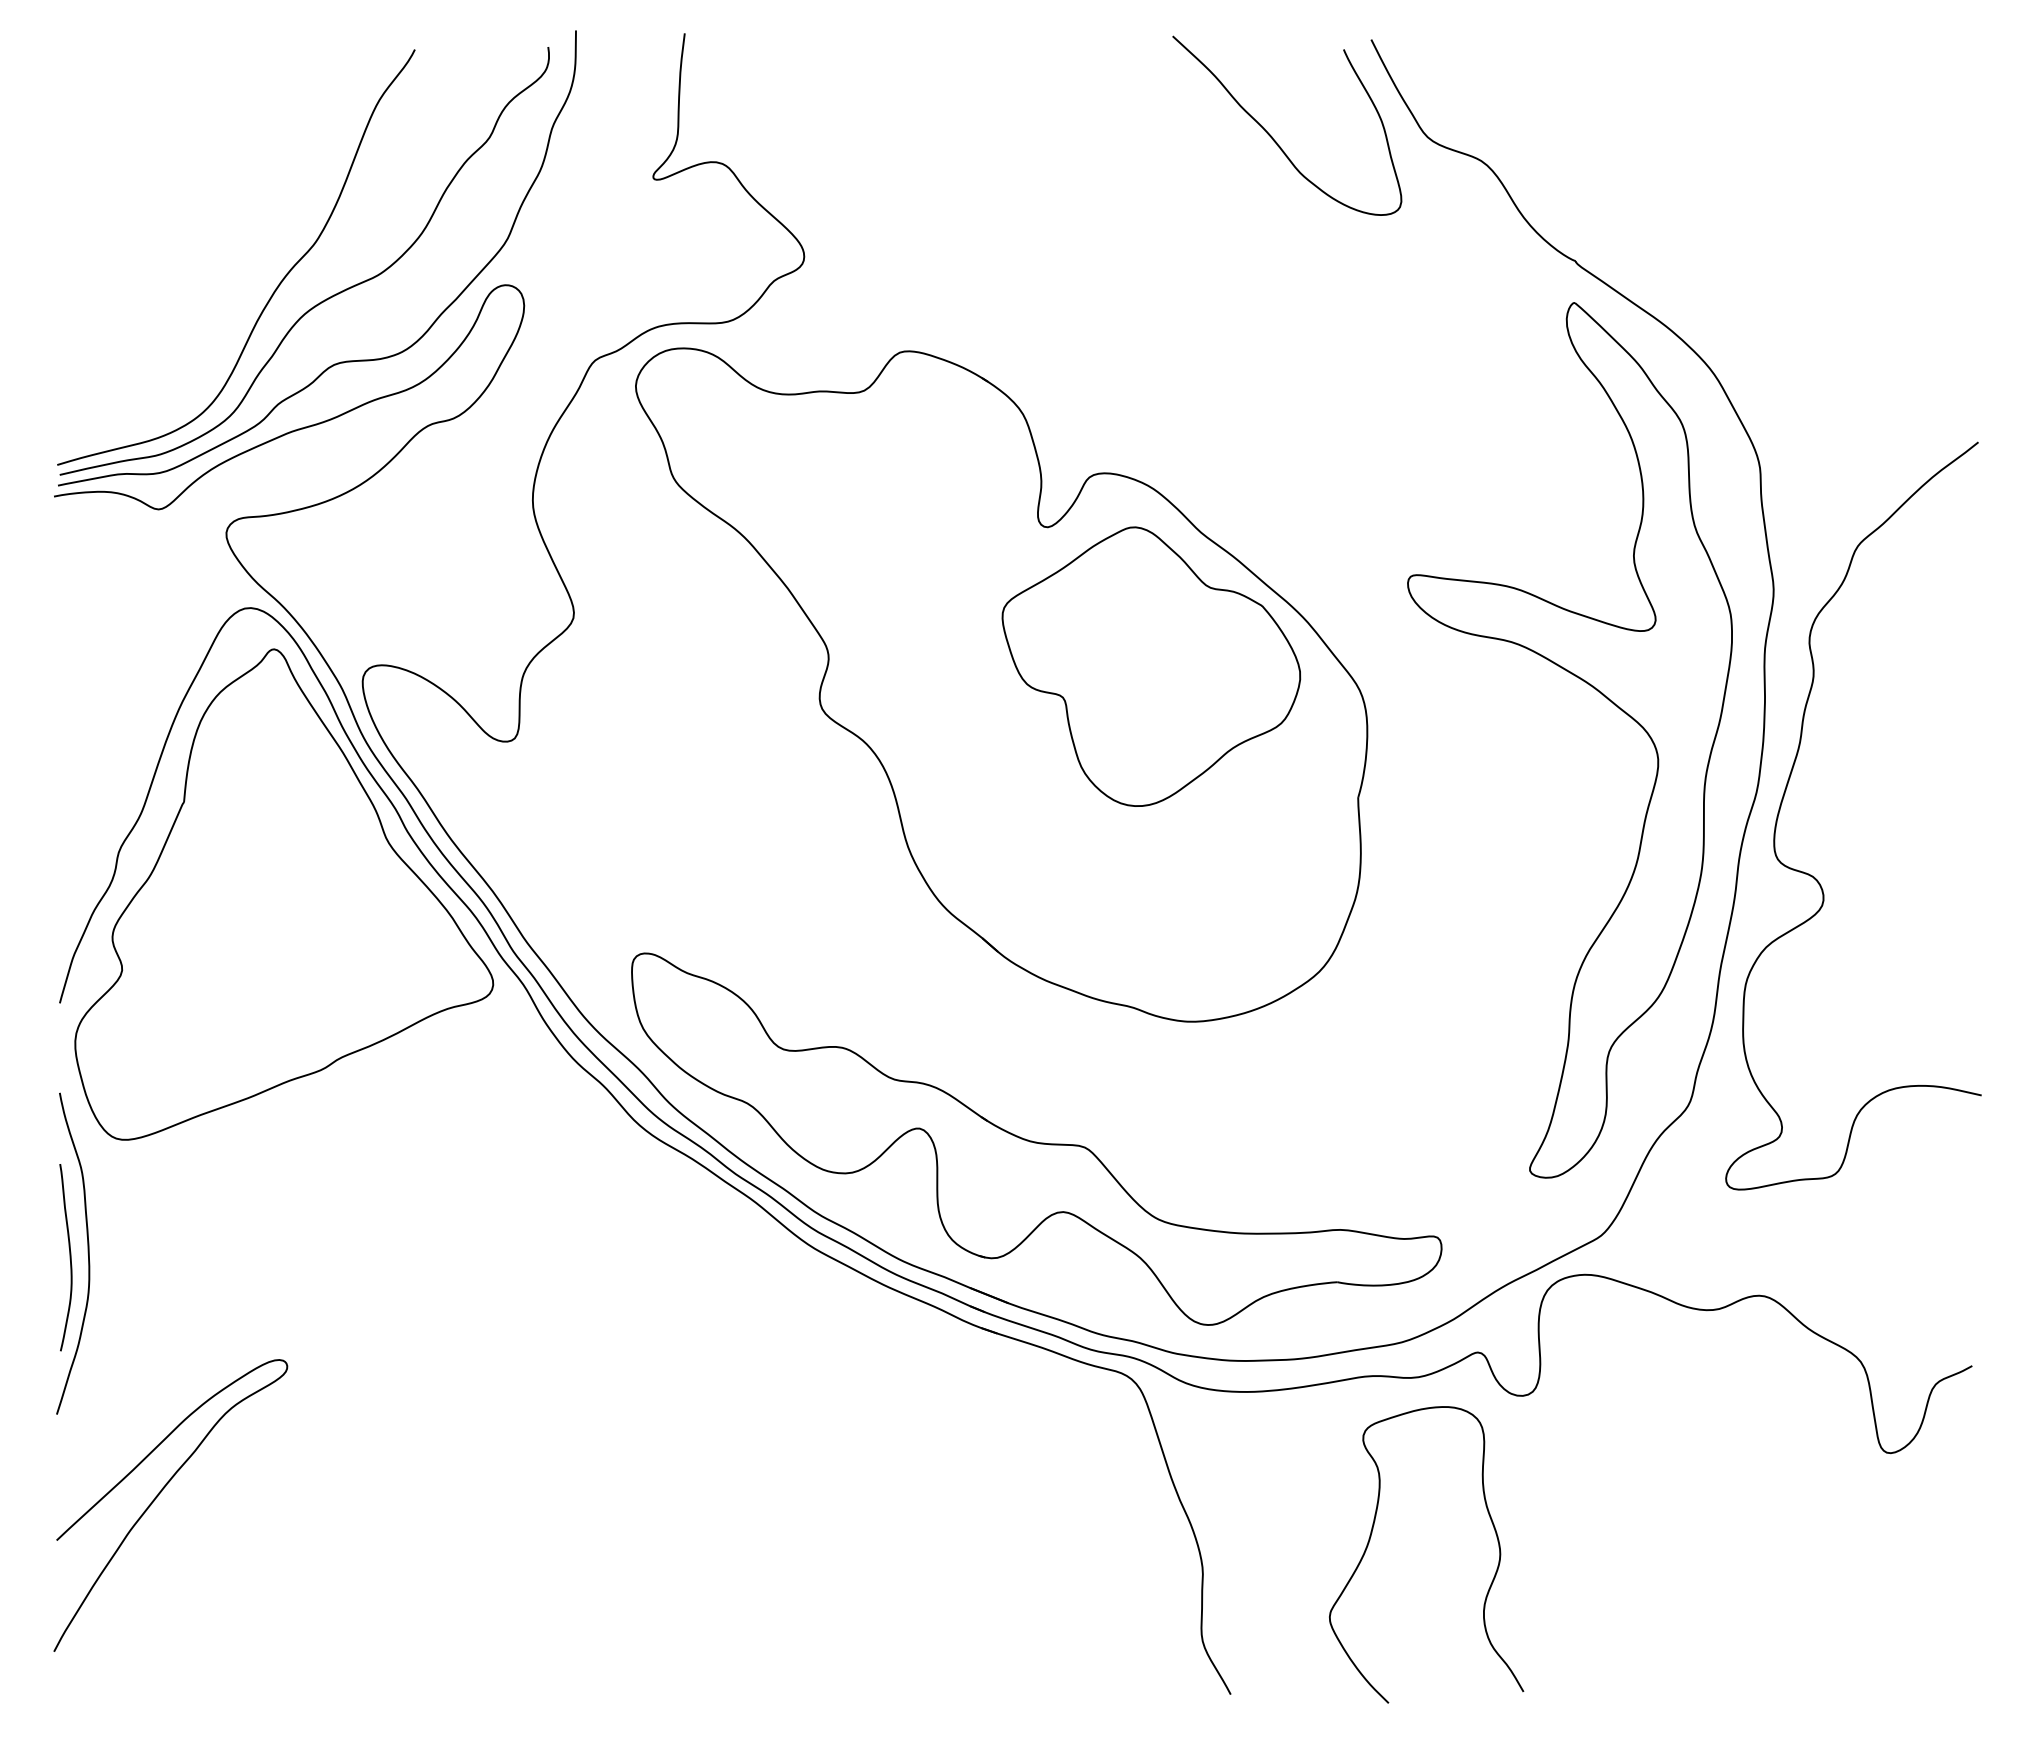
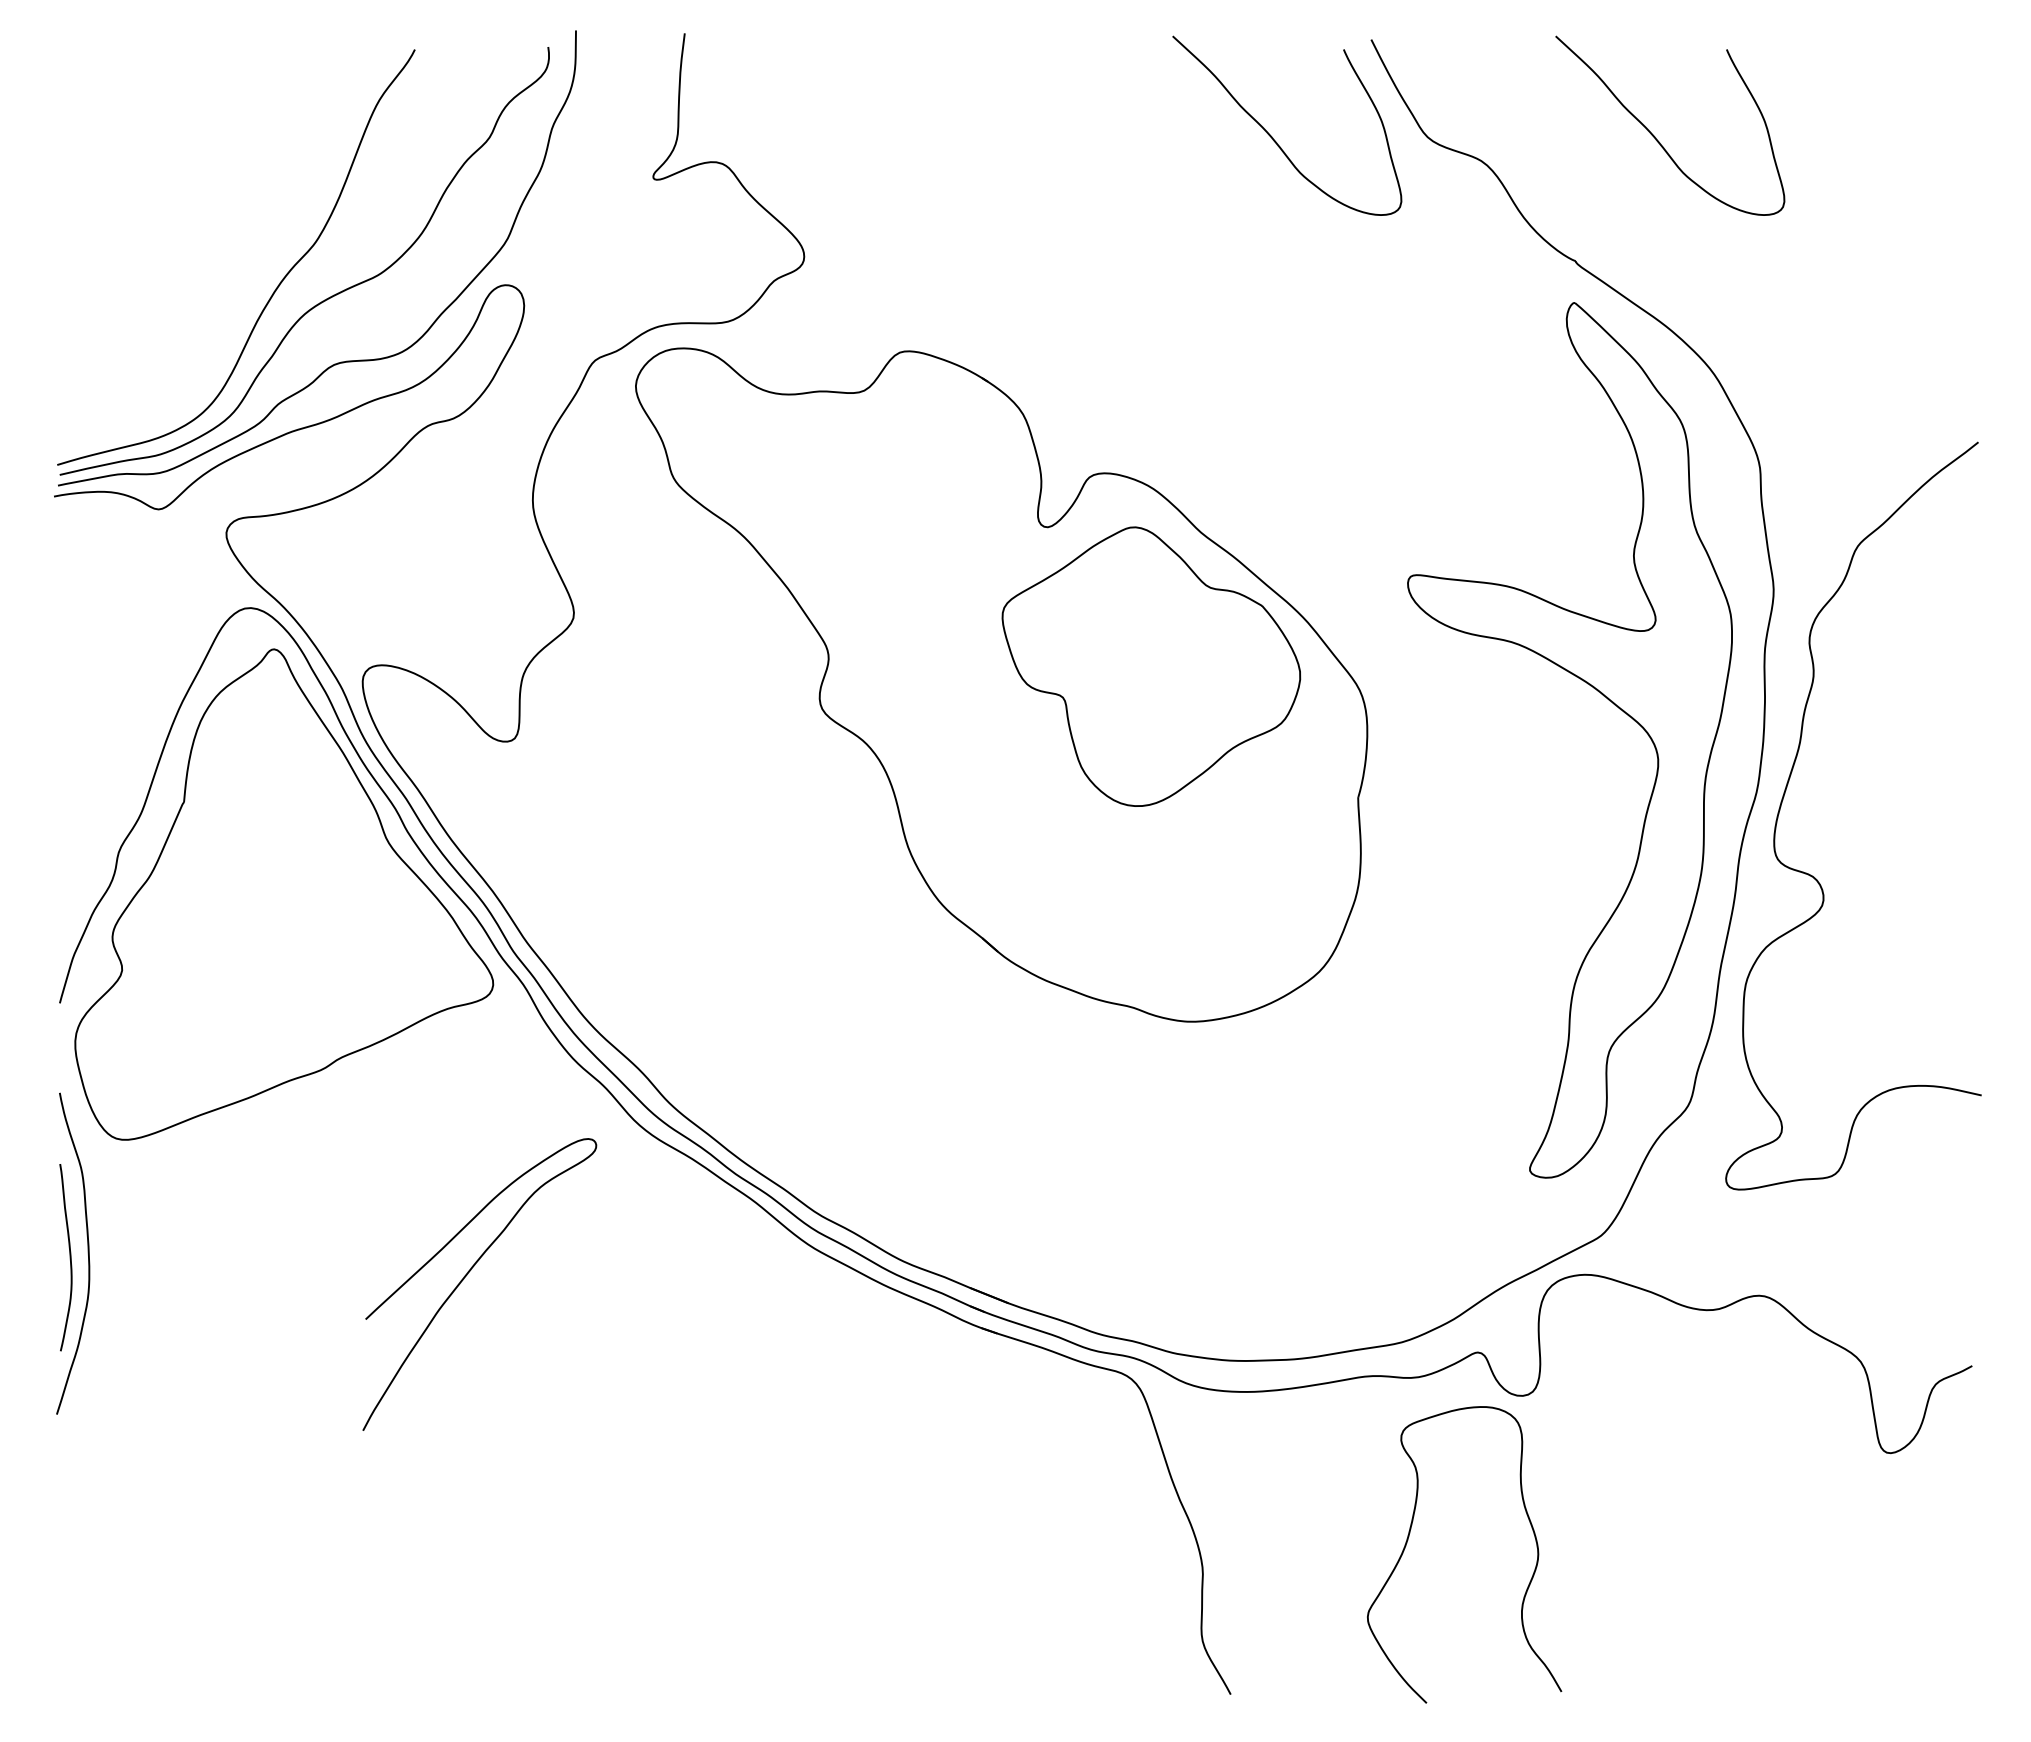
curve at (1655, 136): none -> present
part at (1036, 1138): present -> none
curve at (158, 1496) position: (158, 1496) -> (467, 1275)
curve at (1370, 1540) position: (1370, 1540) -> (1408, 1540)
